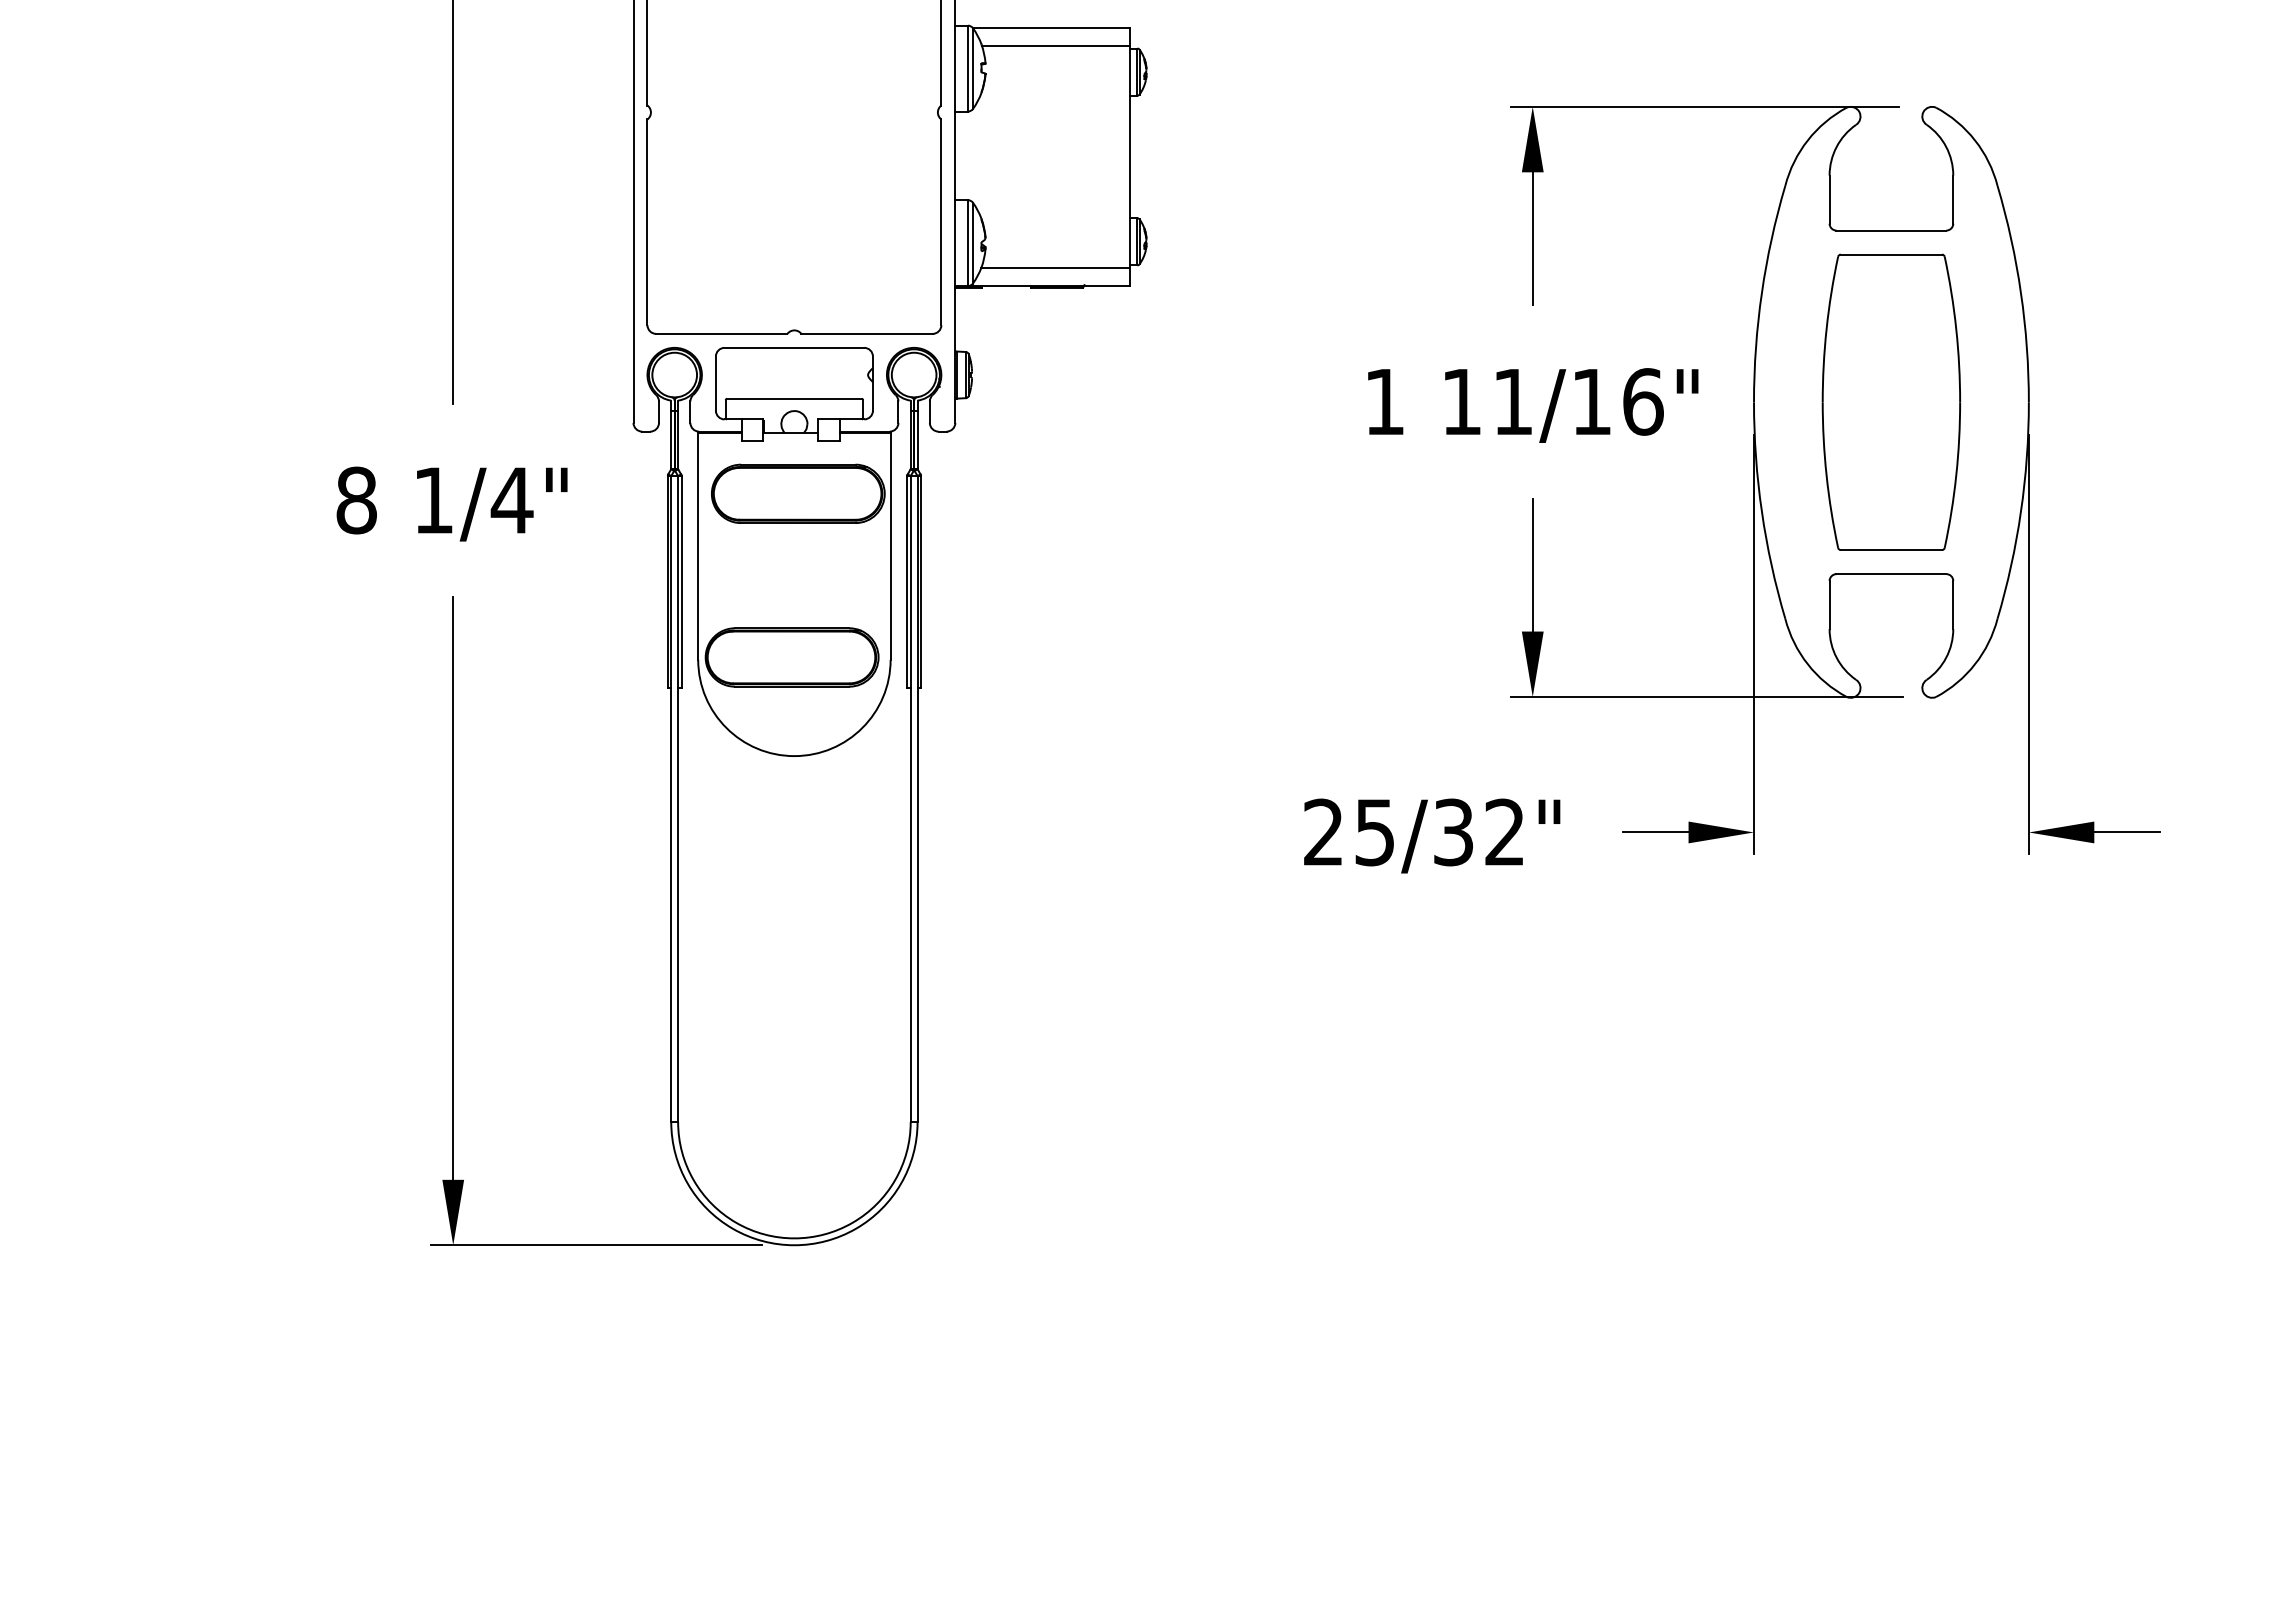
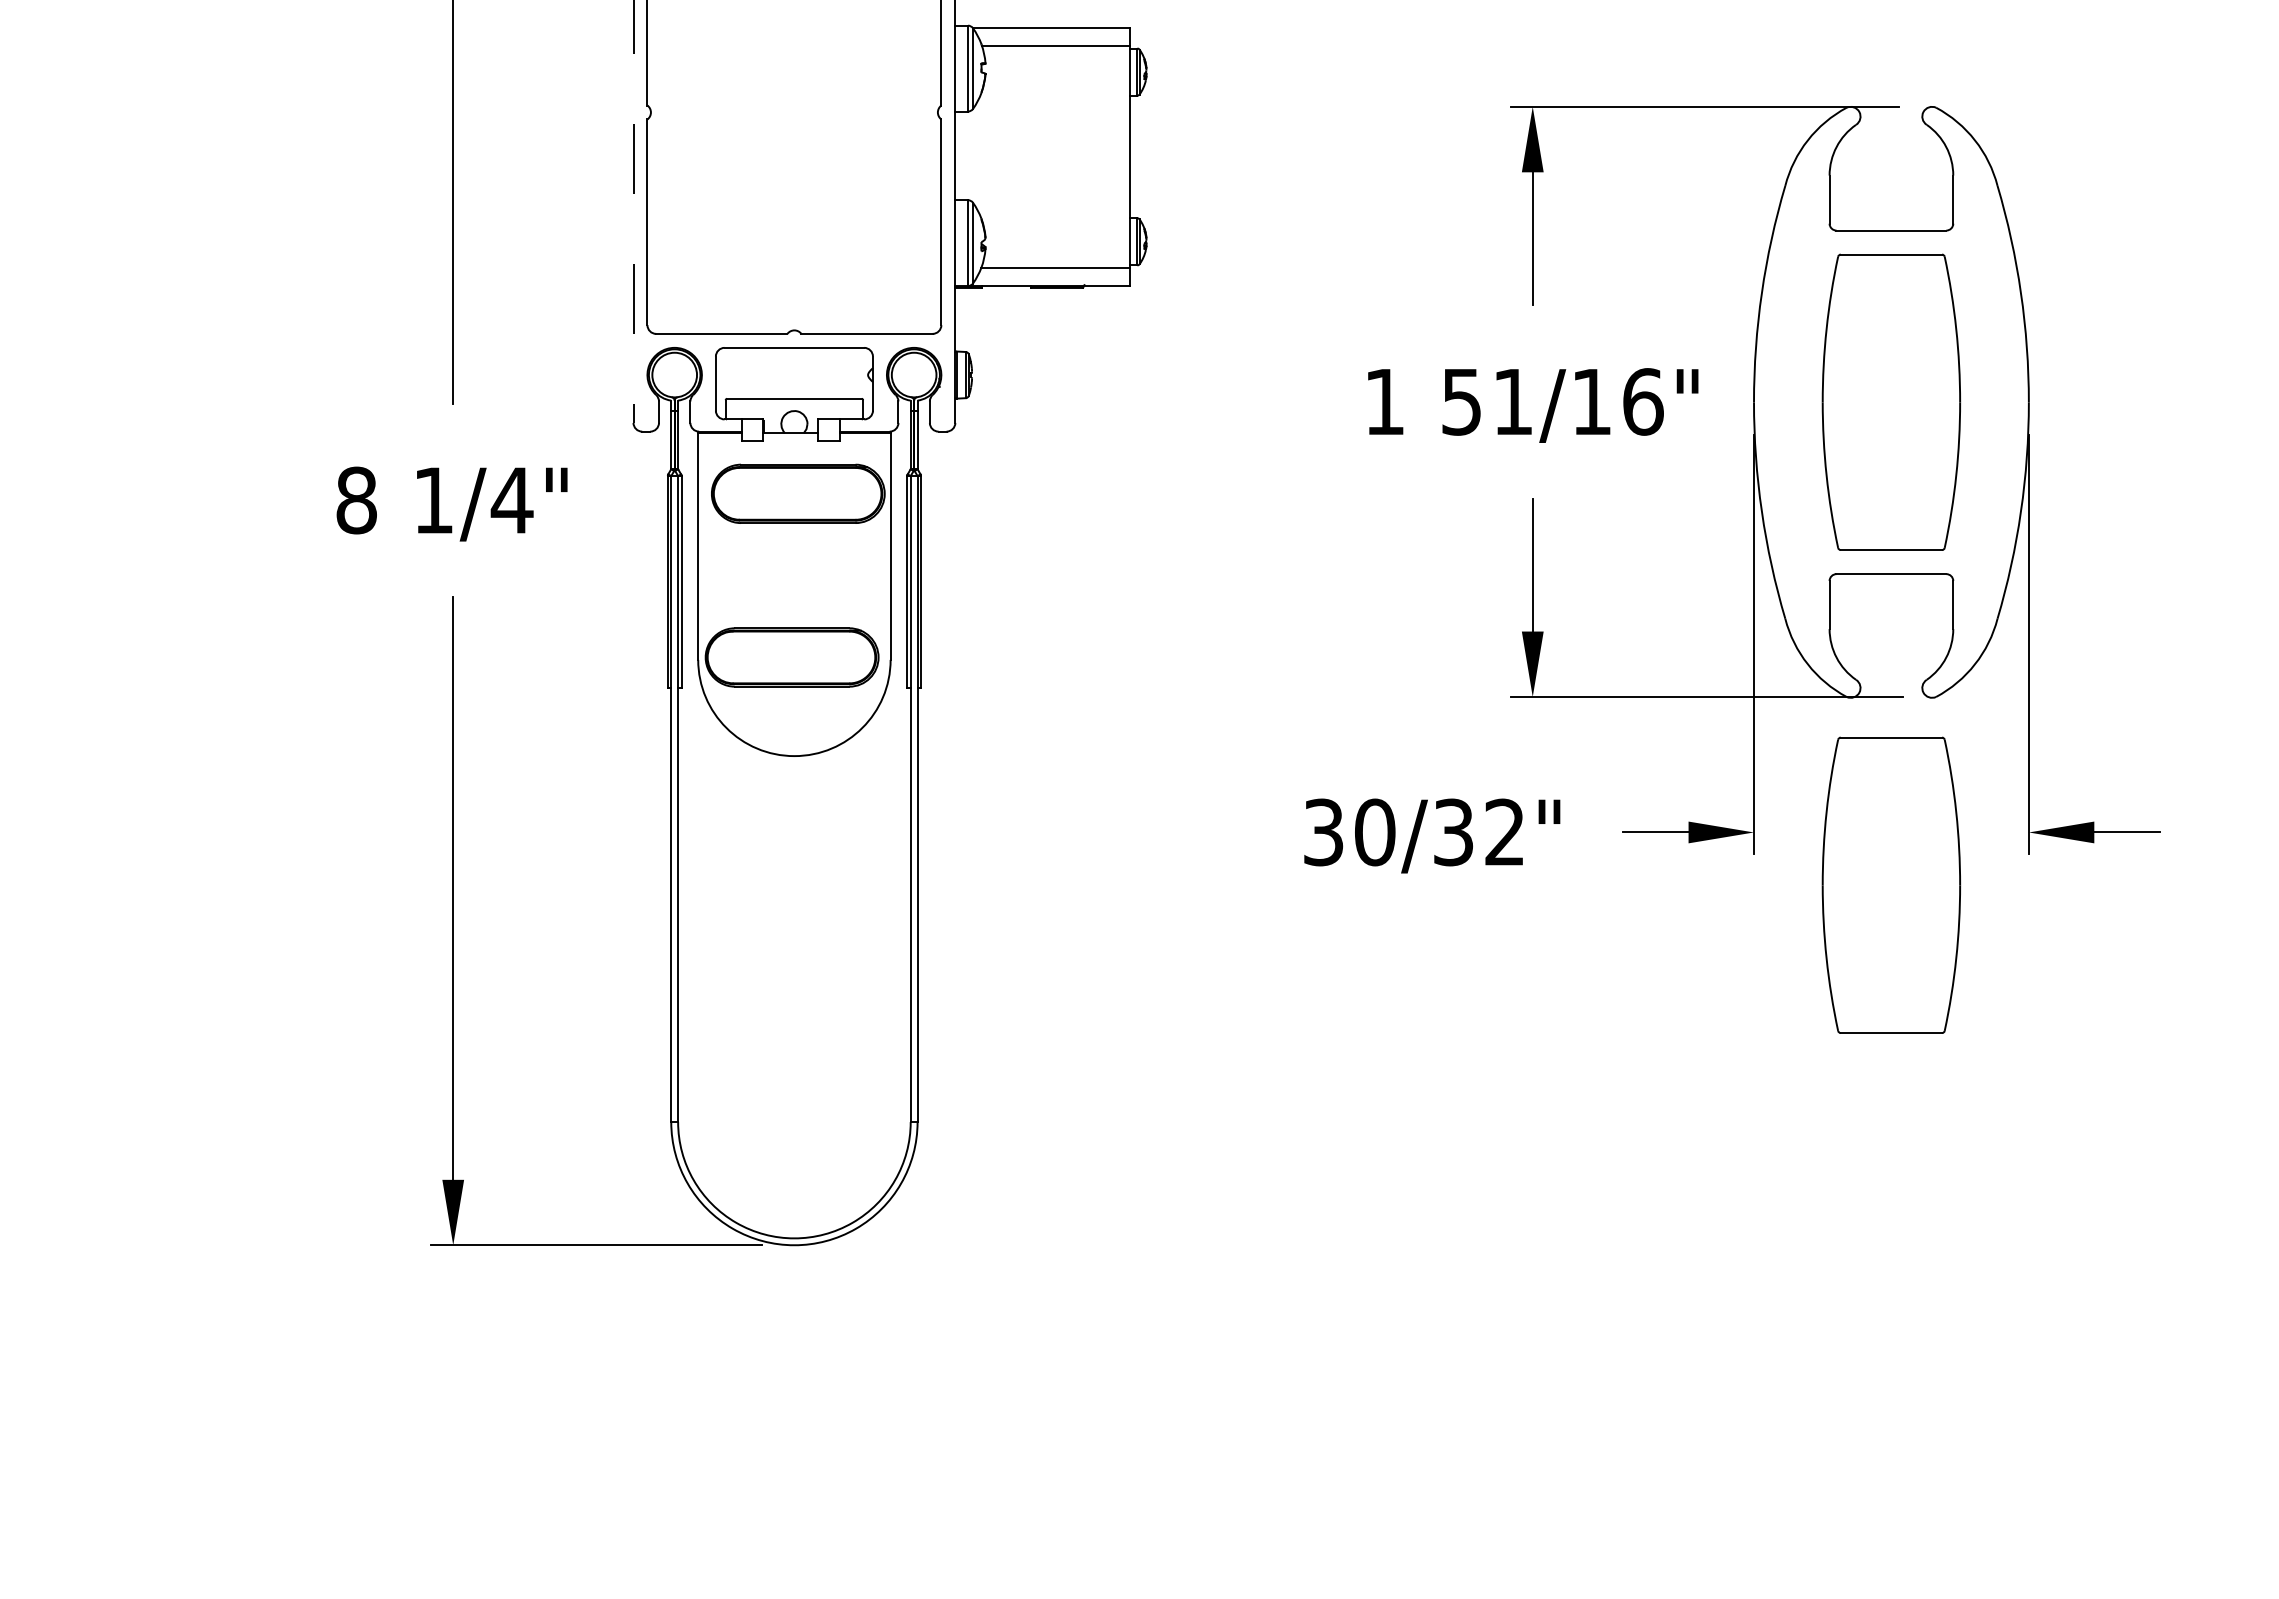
line at (633, 212): solid -> dashed
text at (1461, 402): 11/16" -> 51/16"
text at (1349, 832): 25/32" -> 30/32"
part at (1891, 884): none -> present
